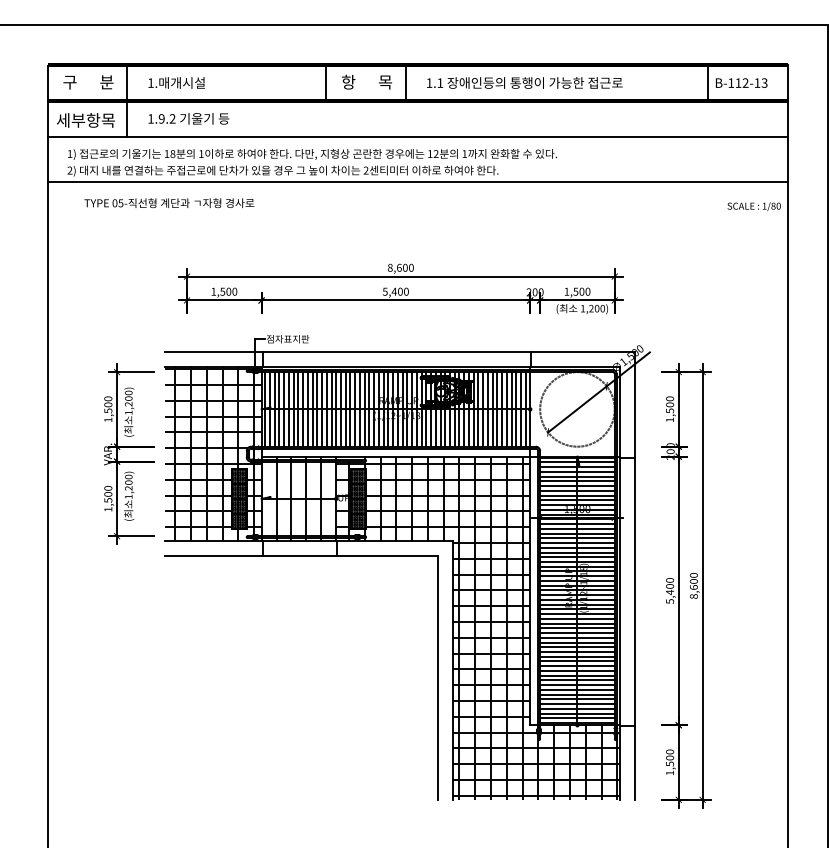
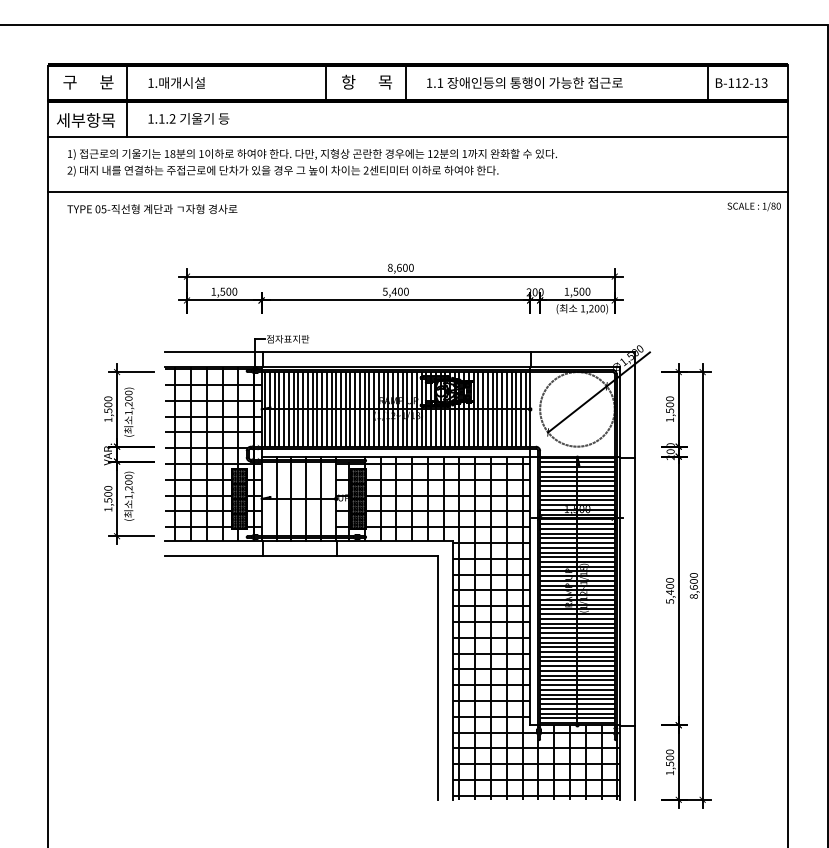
text at (161, 118): 1.9.2 -> 1.1.2
line at (417, 182) position: (417, 182) -> (417, 192)
text at (169, 202) position: (169, 202) -> (152, 208)
